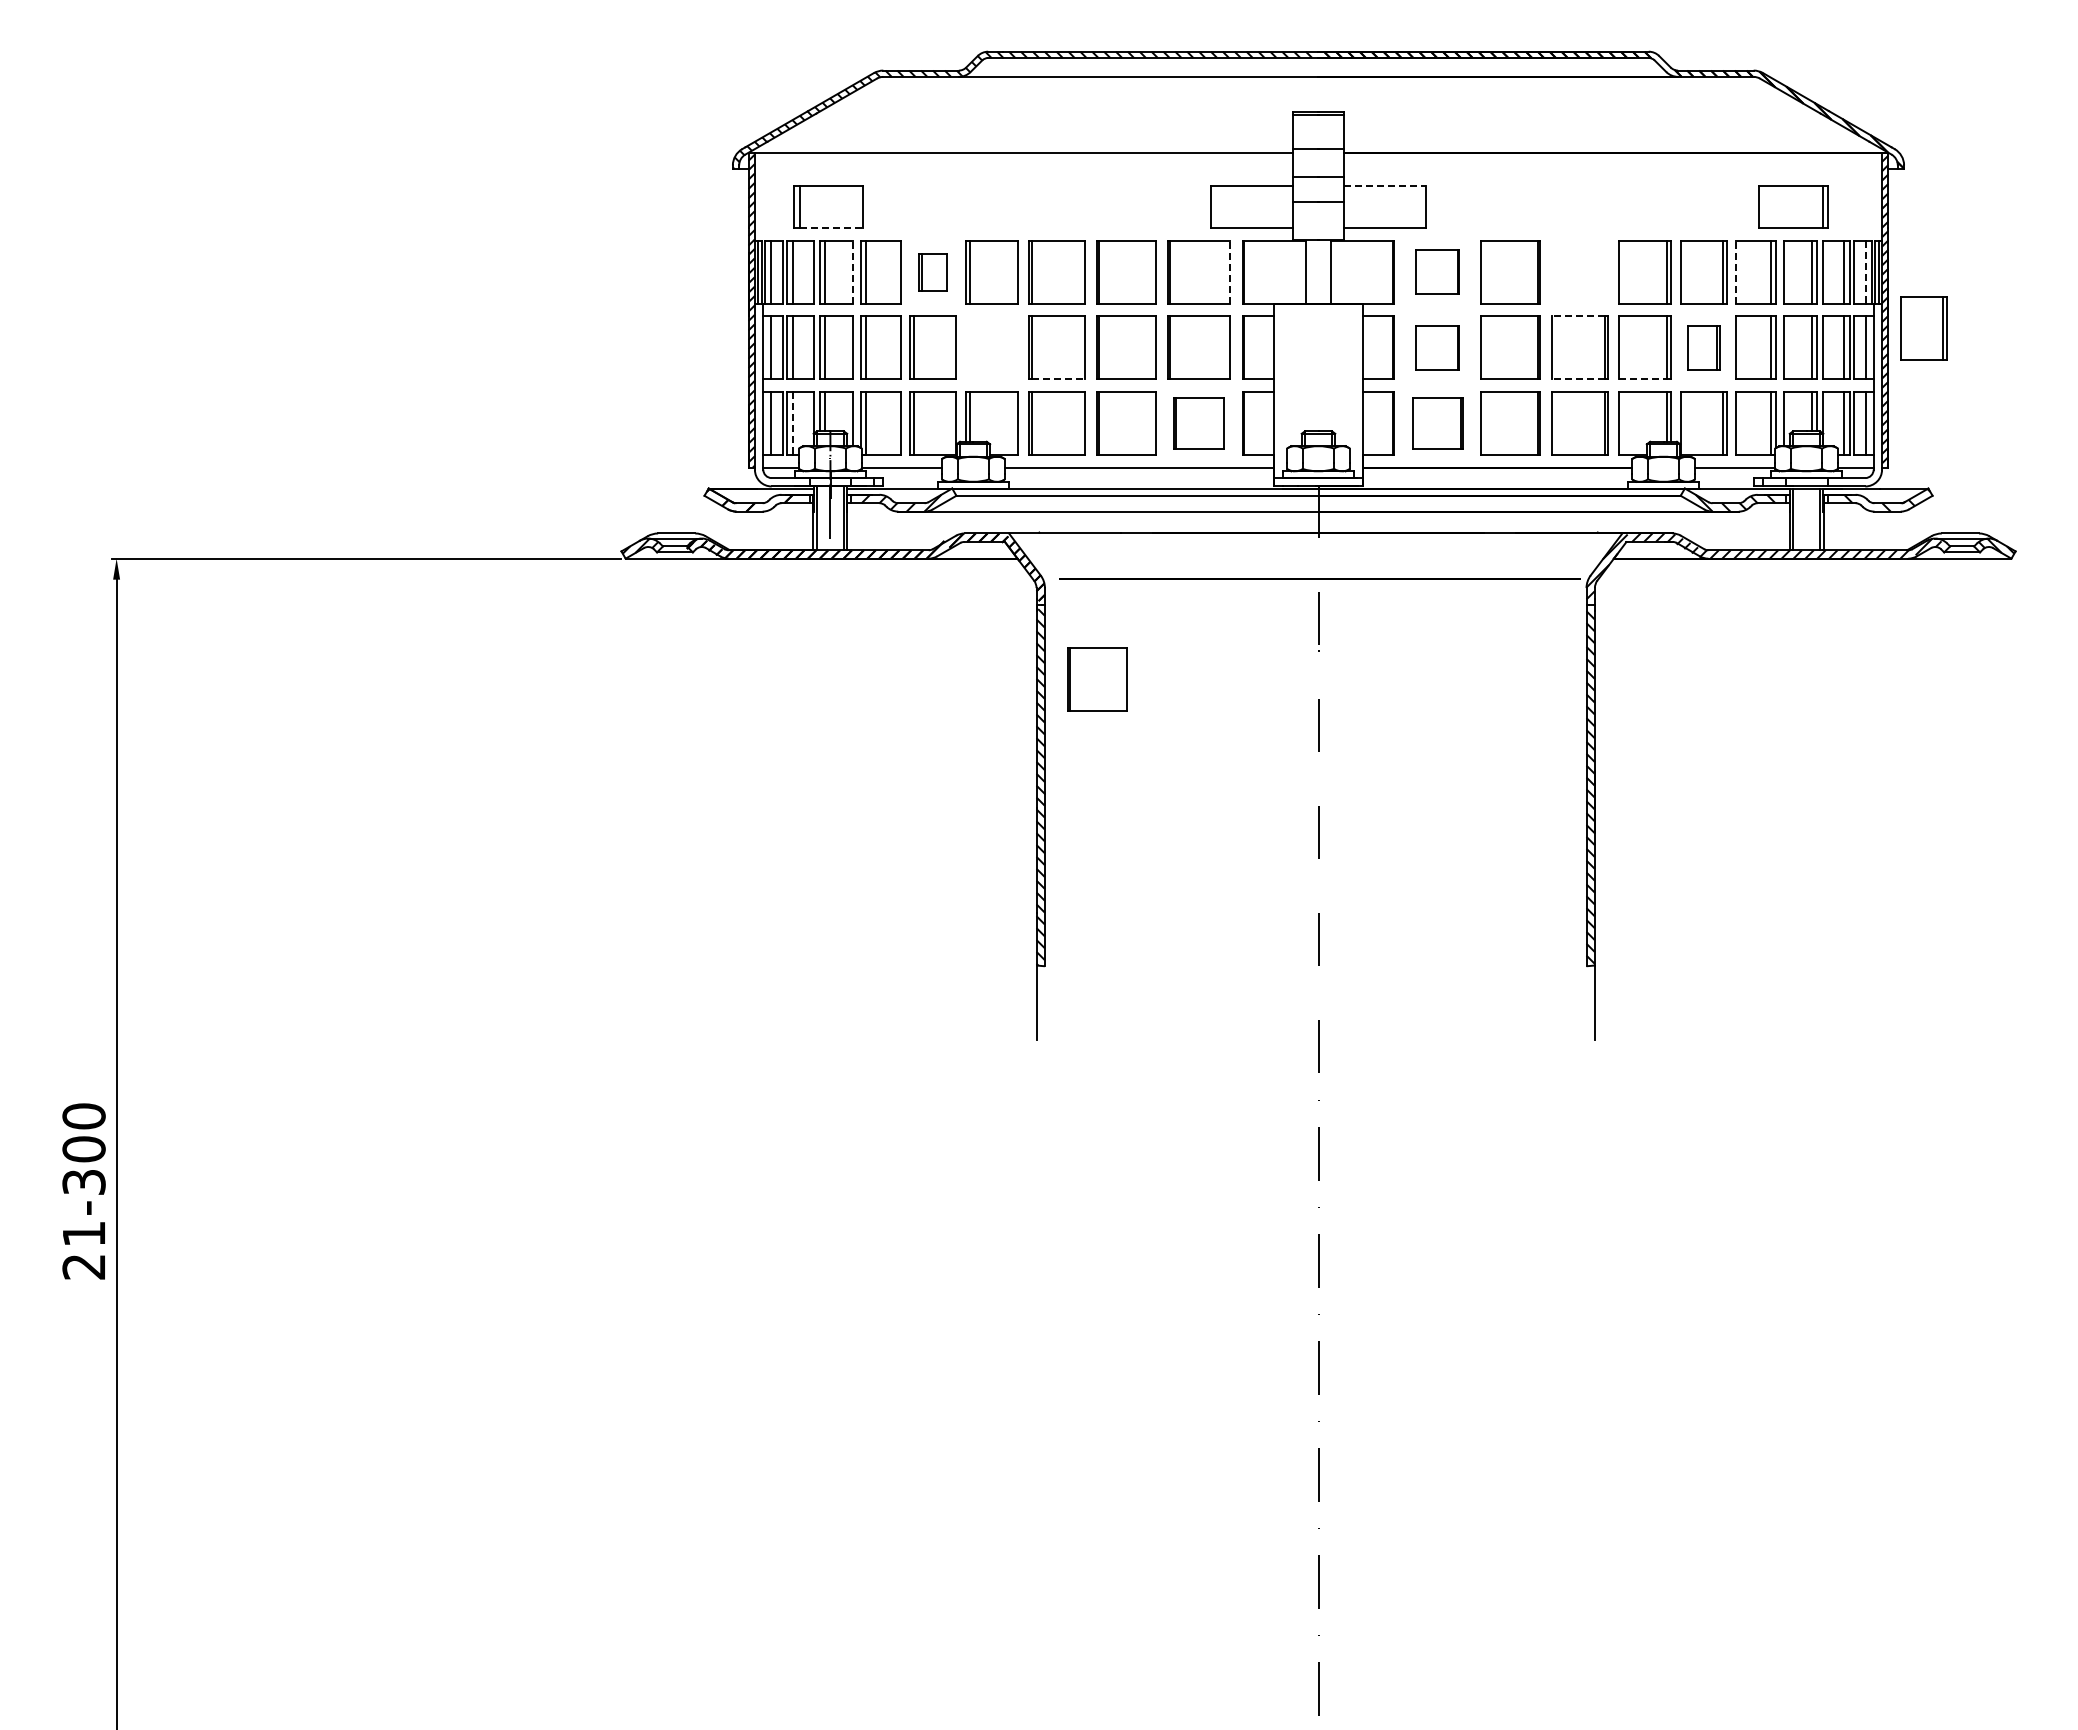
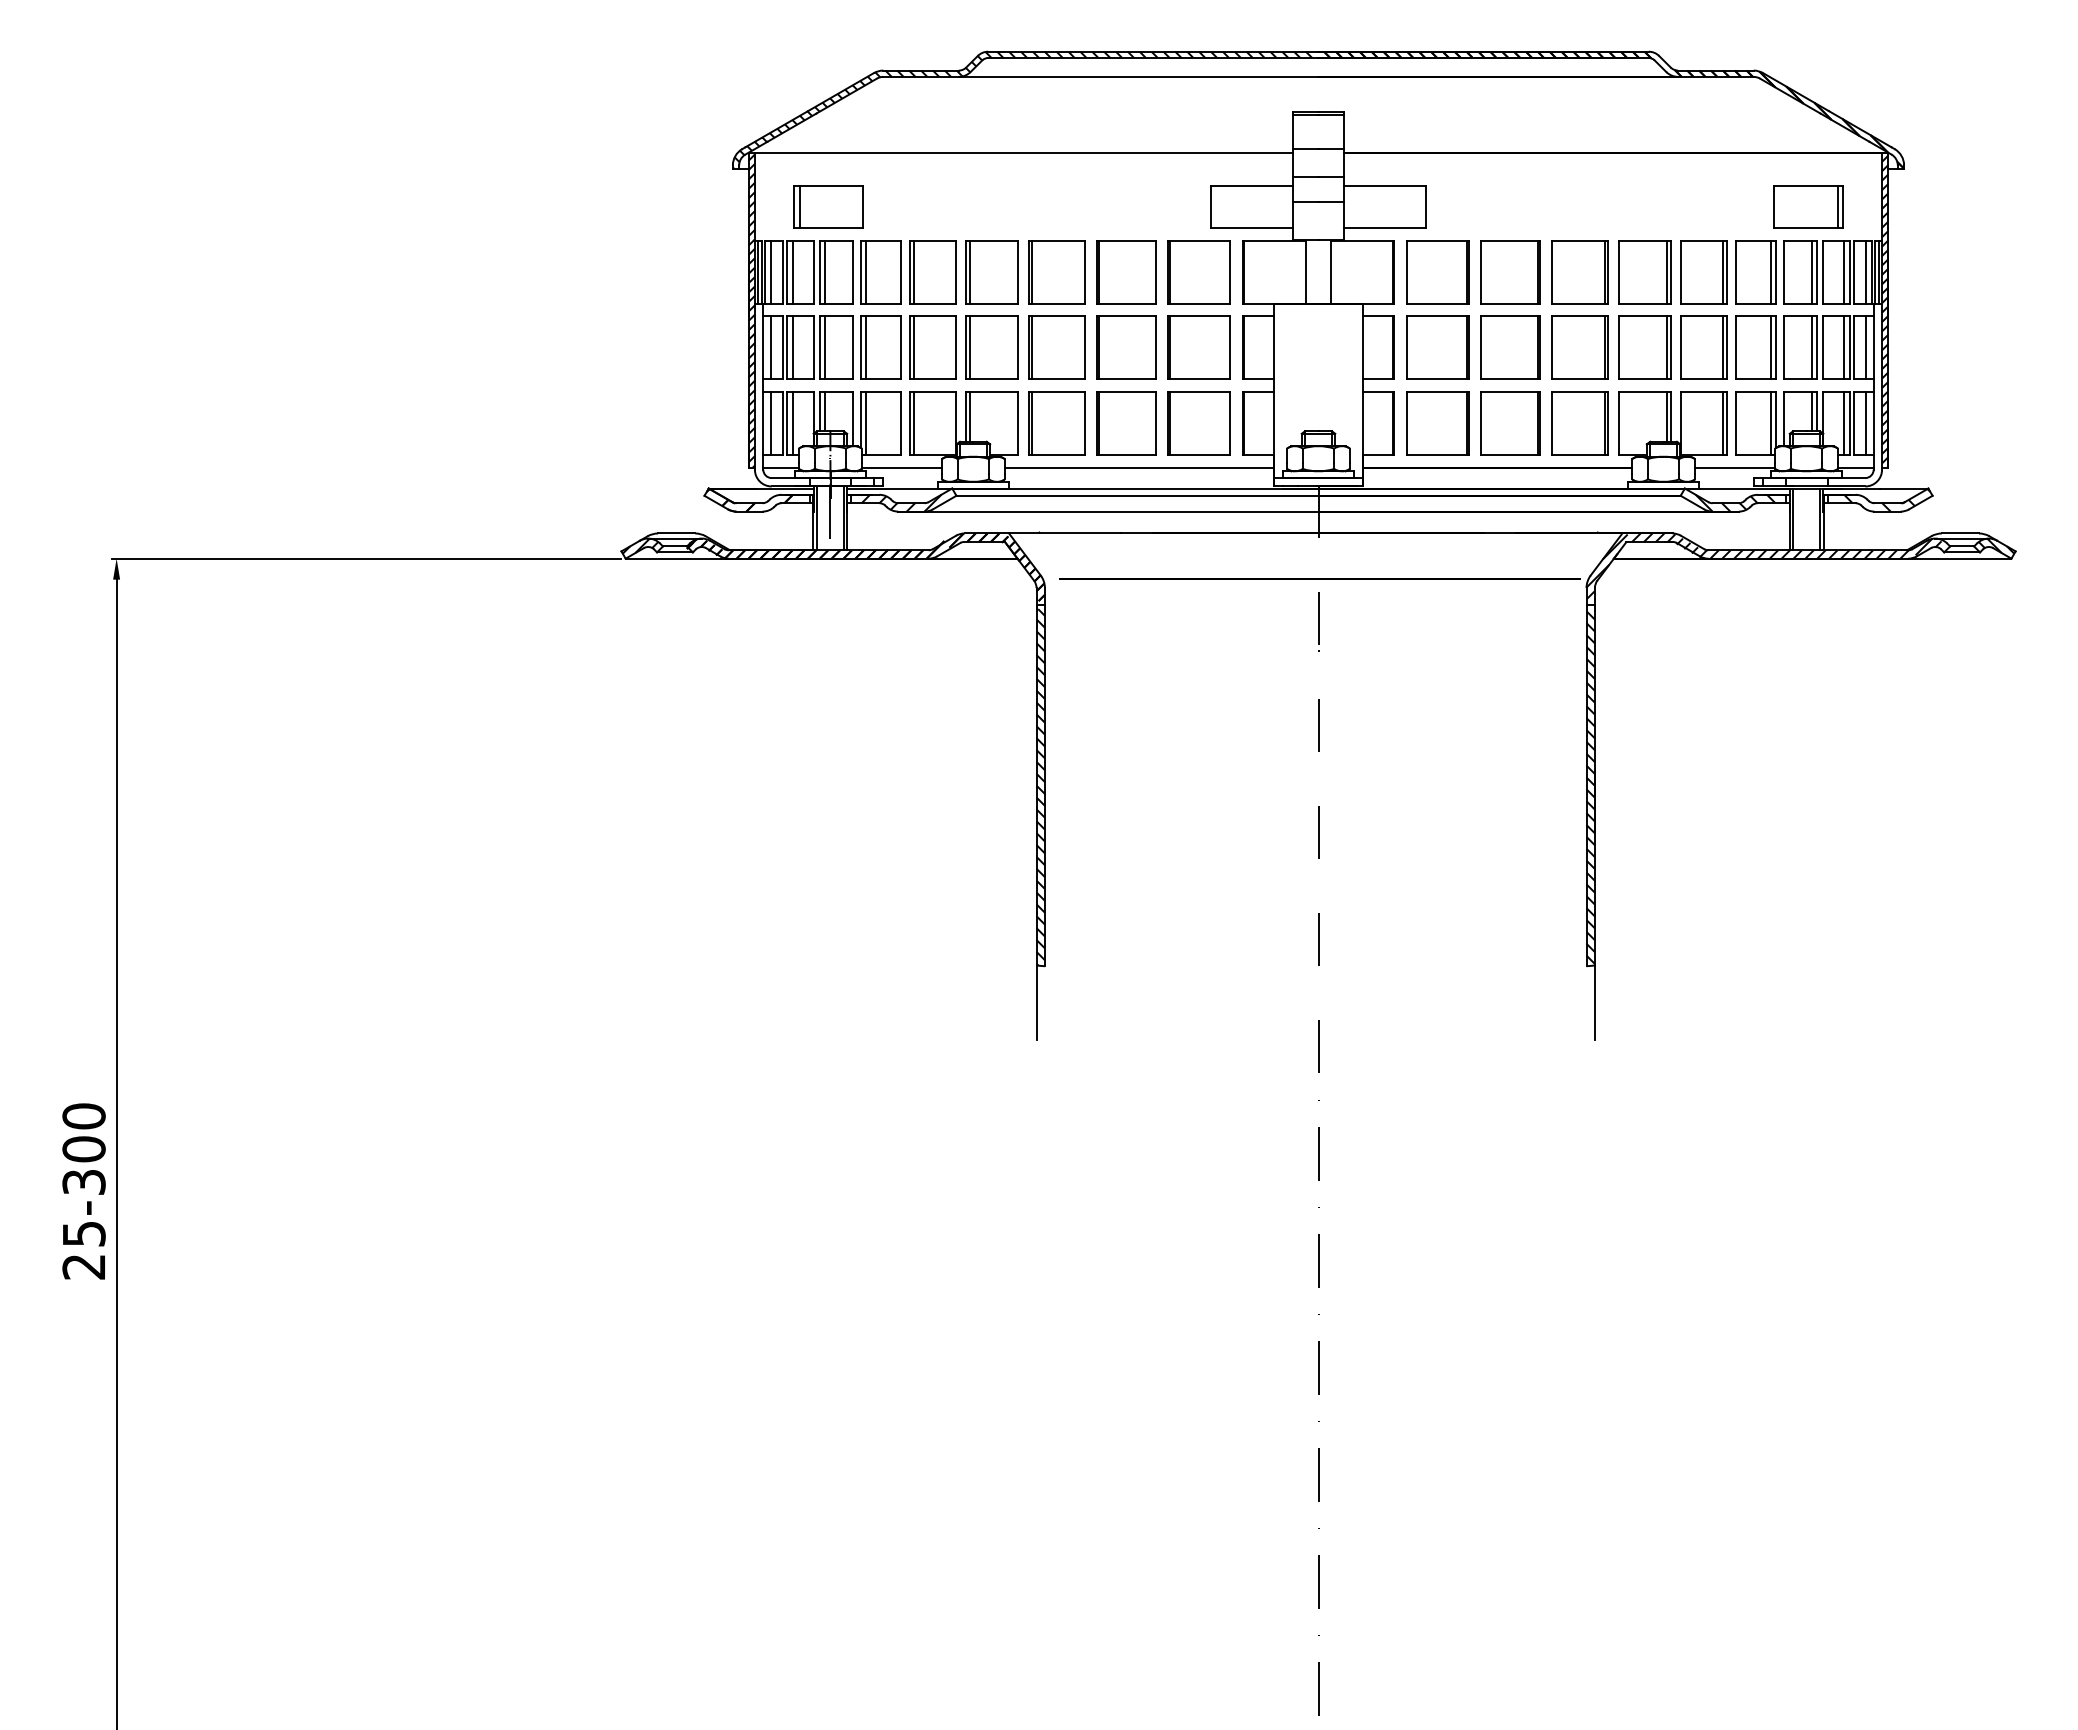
line at (1384, 186): dashed -> solid
part at (1793, 206) position: (1793, 206) -> (1808, 206)
line at (831, 228): dashed -> solid
line at (853, 271): dashed -> solid
line at (1230, 271): dashed -> solid
part at (1437, 271) size: 45x46 px -> 64x65 px
line at (1736, 271): dashed -> solid
part at (932, 272) size: 30x39 px -> 48x65 px
part at (1579, 272): none -> present
line at (1866, 272): dashed -> solid
line at (1578, 316): dashed -> solid
part at (1923, 328): present -> none
part at (991, 347): none -> present
part at (1437, 347) size: 45x46 px -> 64x65 px
part at (1703, 347) size: 34x46 px -> 48x65 px
line at (1058, 379): dashed -> solid
line at (1578, 379): dashed -> solid
line at (1643, 379): dashed -> solid
part at (1198, 423) size: 52x53 px -> 64x65 px
part at (1437, 423) size: 52x53 px -> 64x65 px
line at (793, 424): dashed -> solid
part at (1097, 679): present -> none
text at (84, 1234): 21-300 -> 25-300
